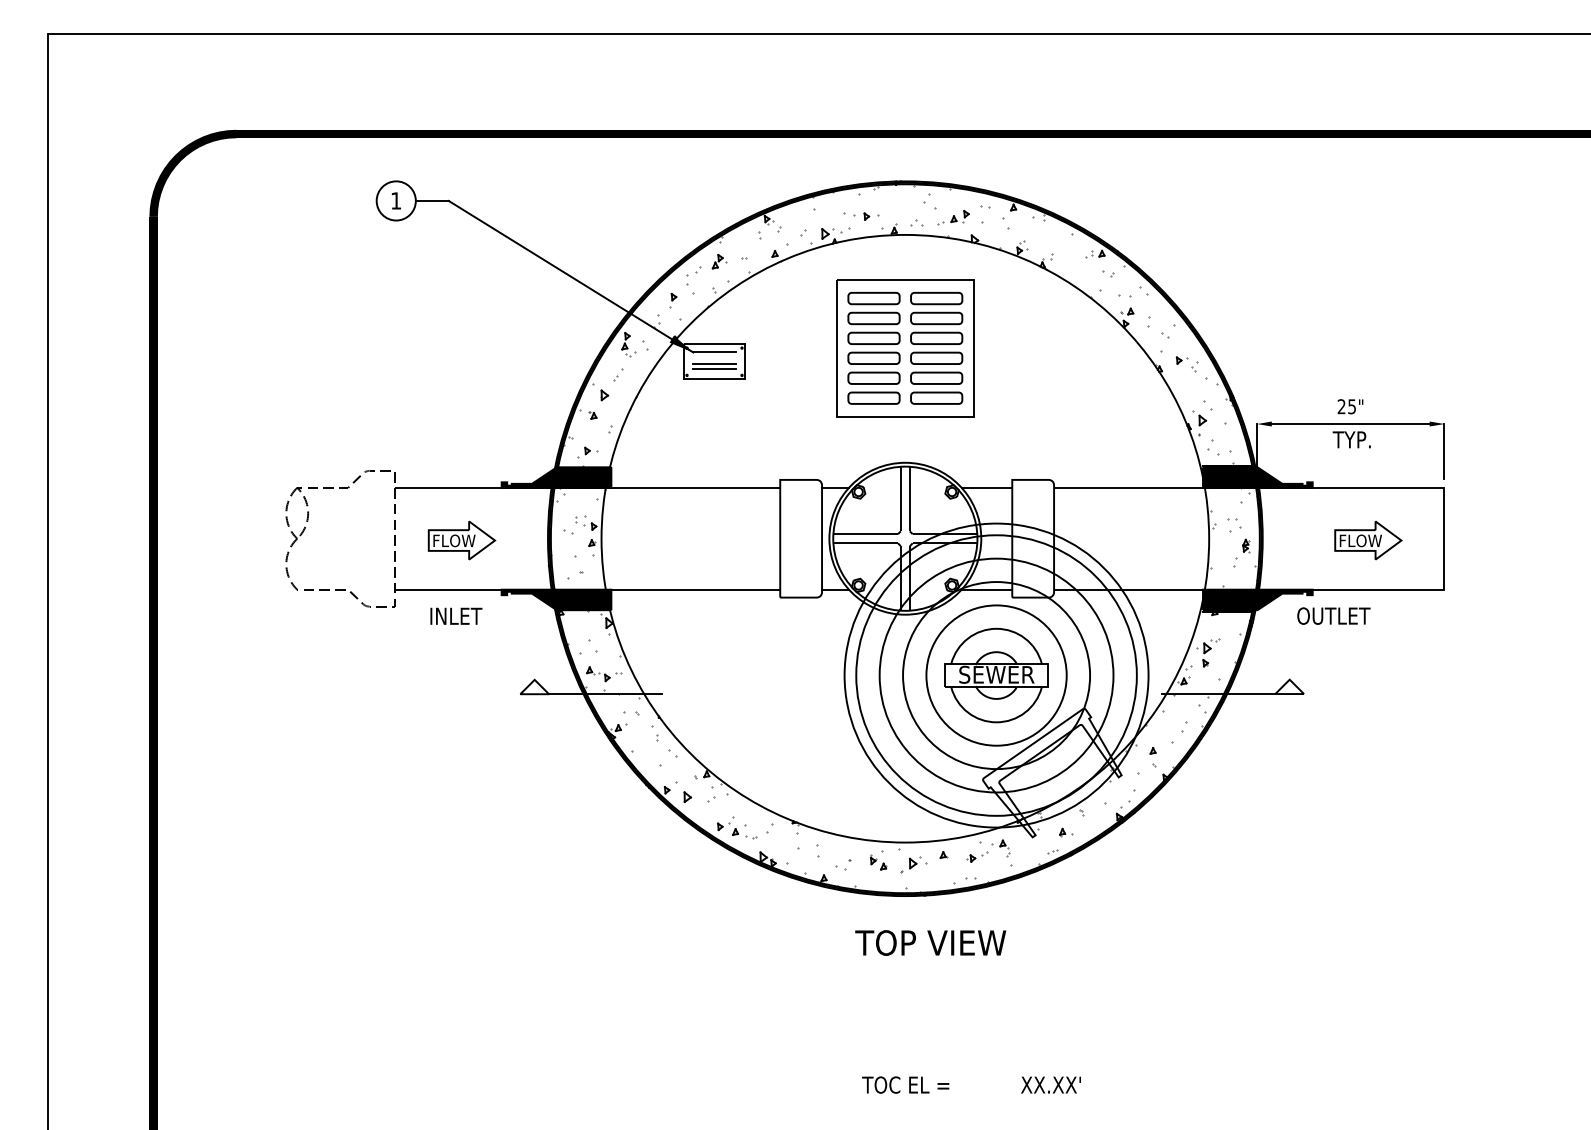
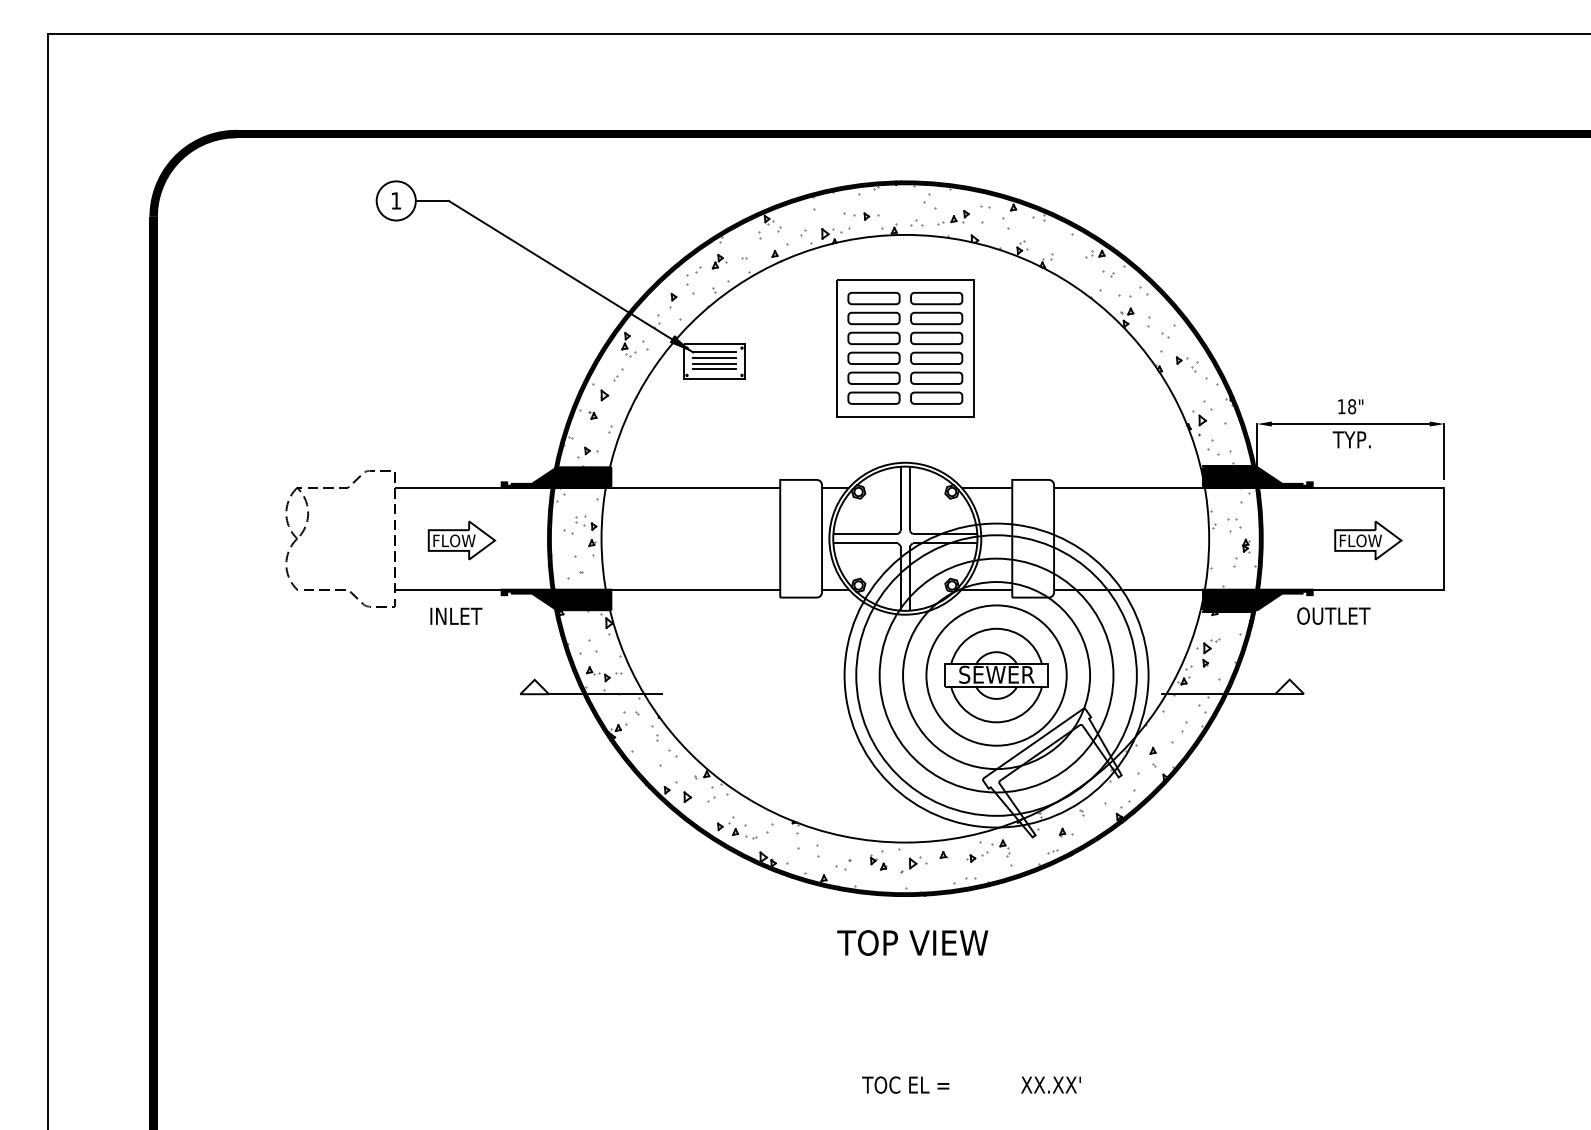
line at (714, 358): none -> present
text at (1346, 406): 25" -> 18"
text at (930, 942) position: (930, 942) -> (912, 942)
